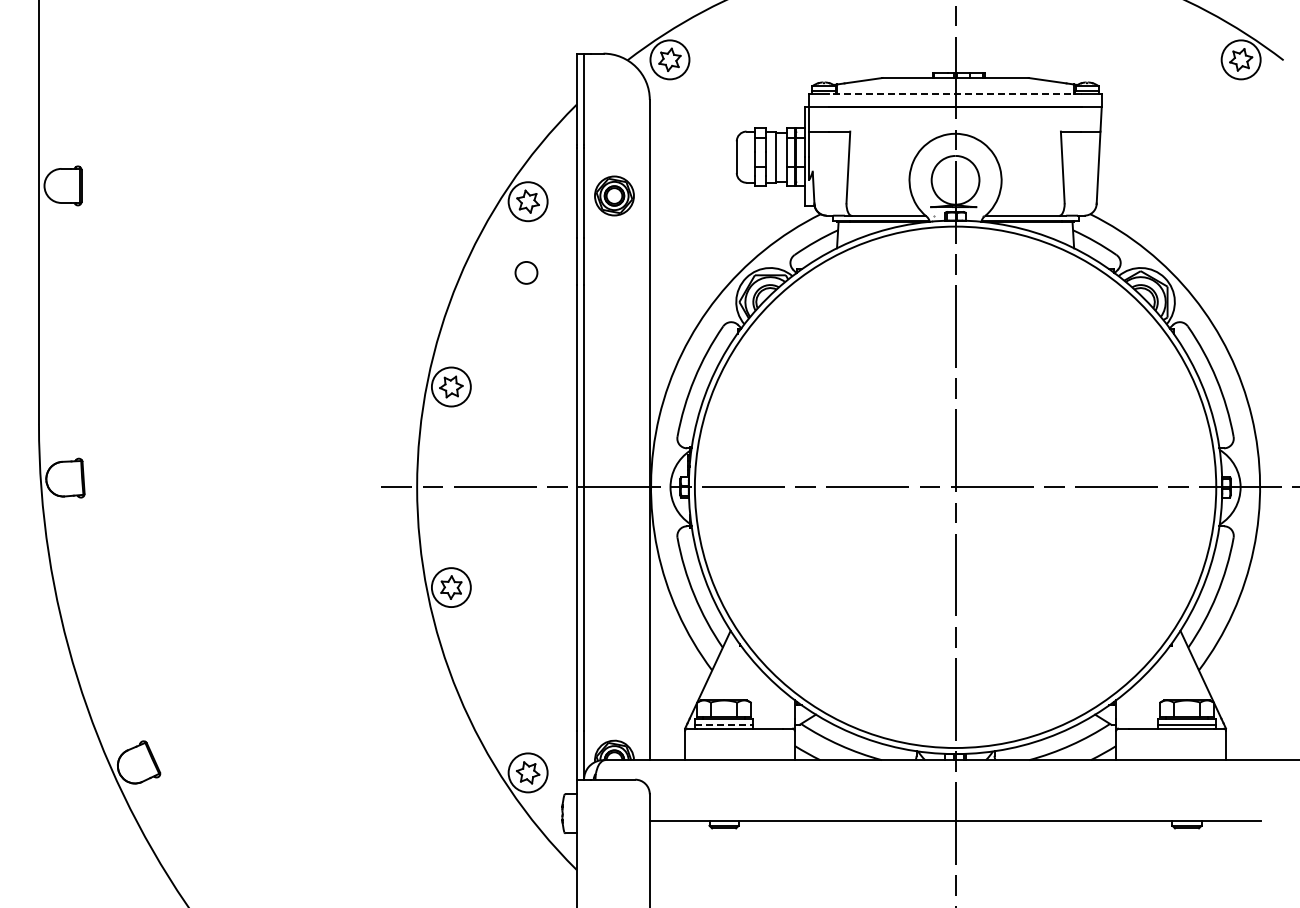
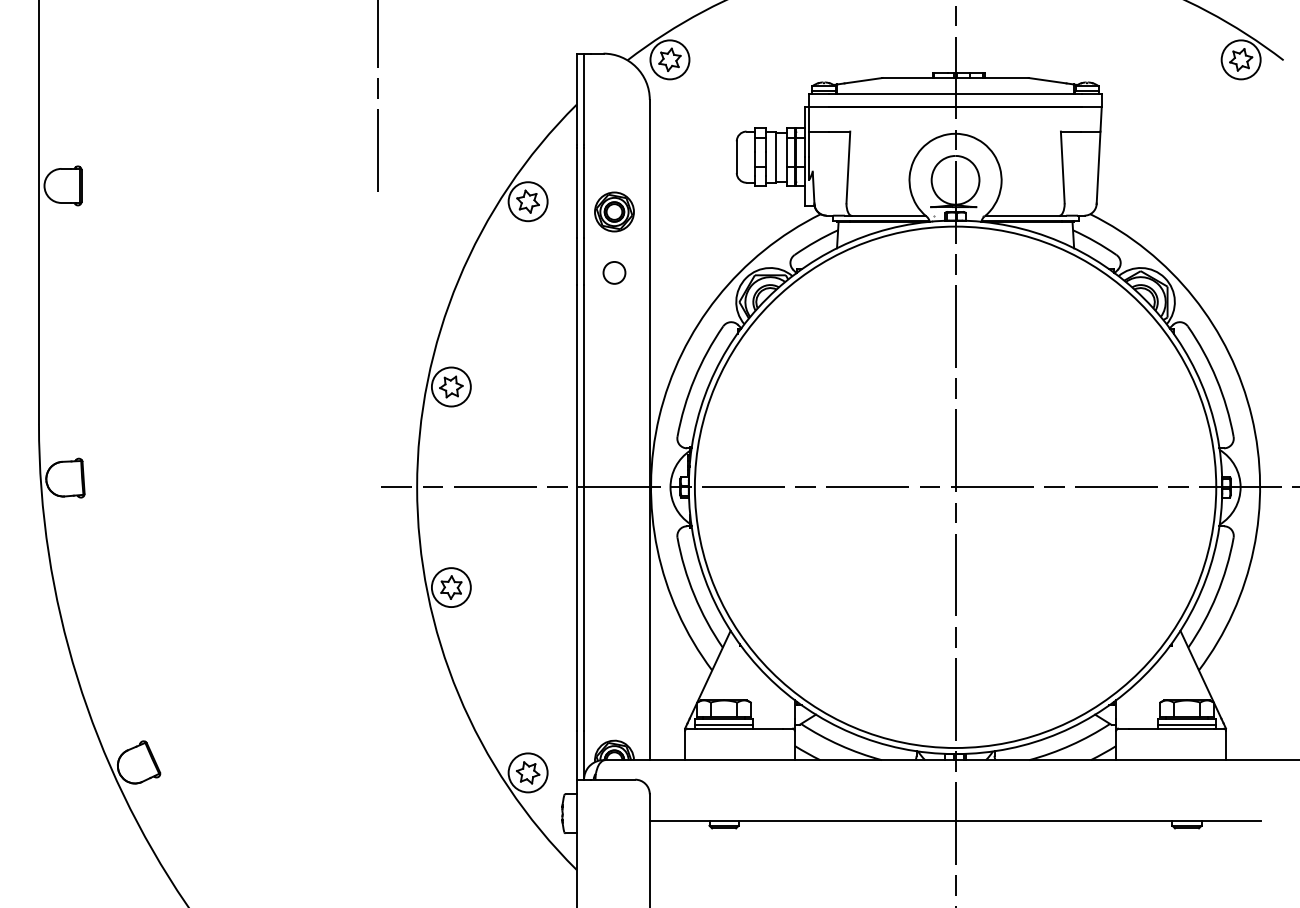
line at (955, 93): dashed -> solid
line at (377, 97): none -> present
part at (614, 195) position: (614, 195) -> (614, 211)
circle at (526, 272) position: (526, 272) -> (614, 272)
line at (724, 724): dashed -> solid
